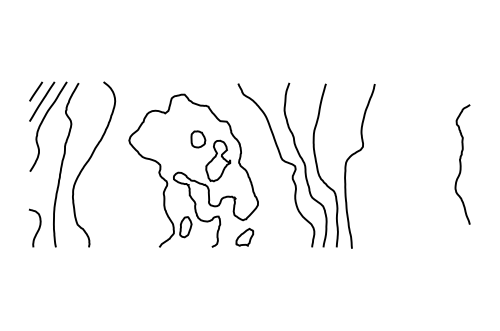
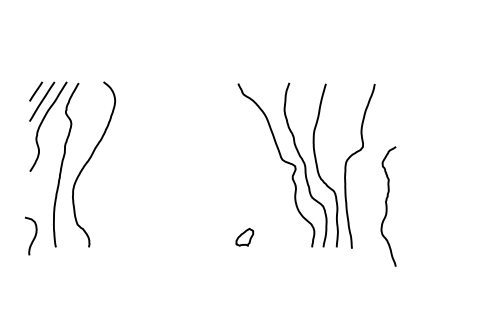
curve at (461, 164) position: (461, 164) -> (387, 206)
part at (187, 175): present -> none
curve at (37, 229) position: (37, 229) -> (33, 237)
